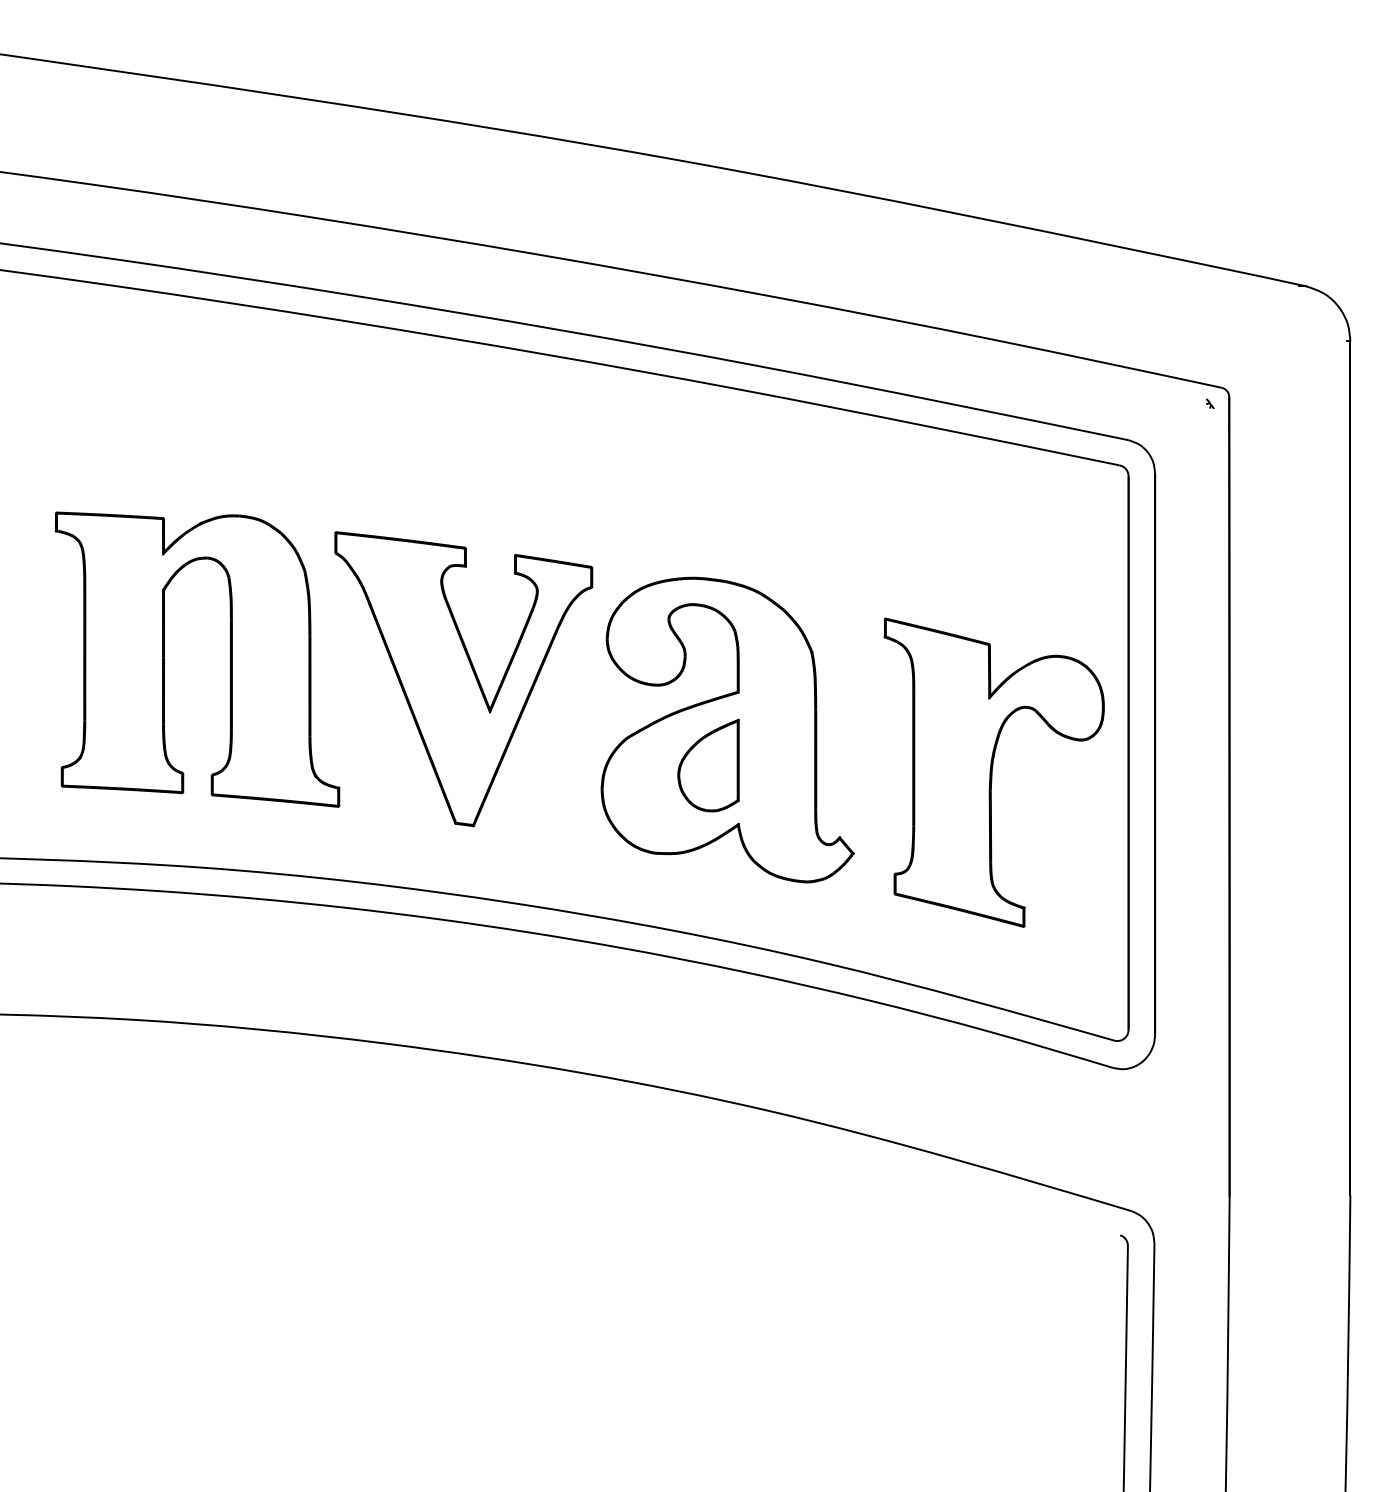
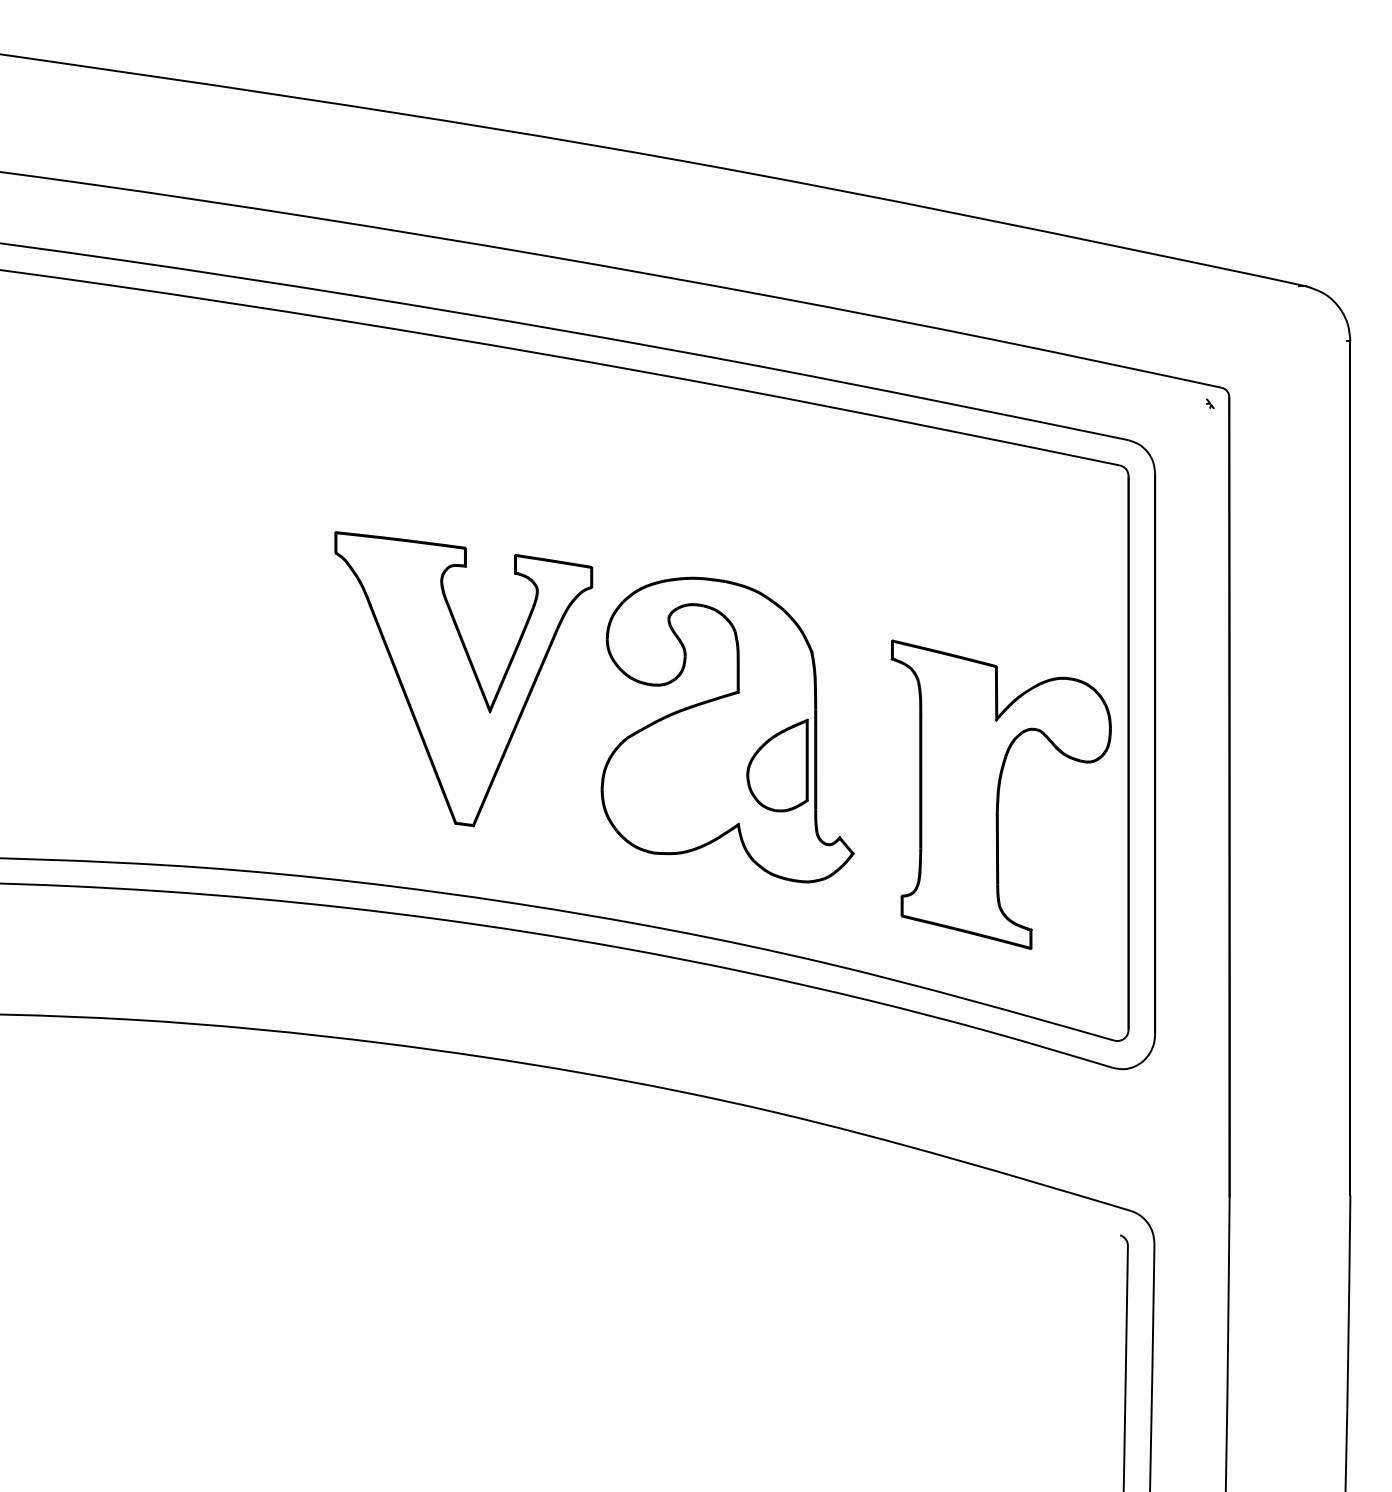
part at (164, 659): present -> none
part at (708, 765) position: (708, 765) -> (777, 765)
part at (993, 772) position: (993, 772) -> (1000, 794)
